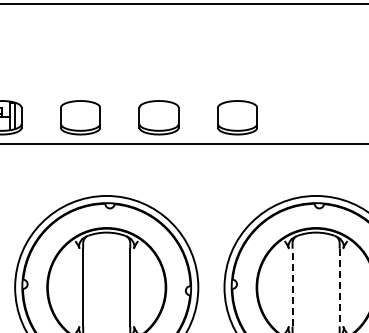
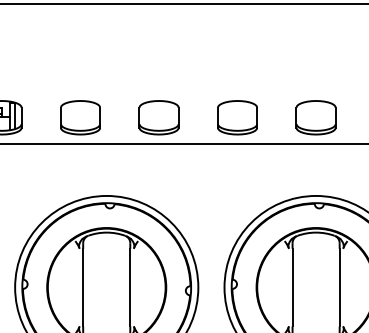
part at (315, 117): none -> present
line at (292, 287): dashed -> solid
line at (339, 287): dashed -> solid
